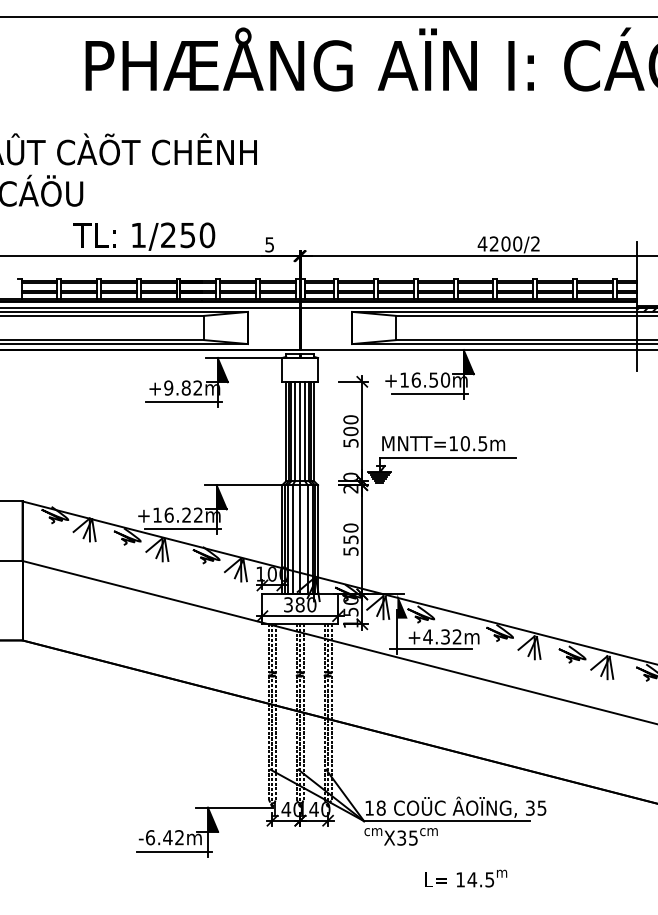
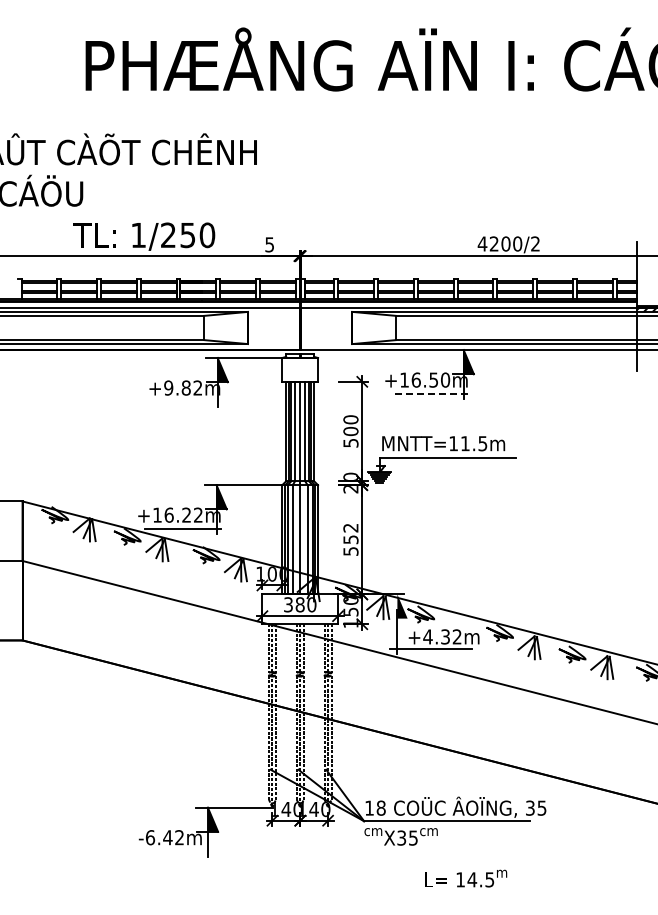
line at (328, 17): present -> none
line at (430, 394): solid -> dashed
line at (184, 402): present -> none
text at (464, 443): MNTT=10.5m -> MNTT=11.5m
text at (350, 527): 550 -> 552
line at (174, 851): present -> none
